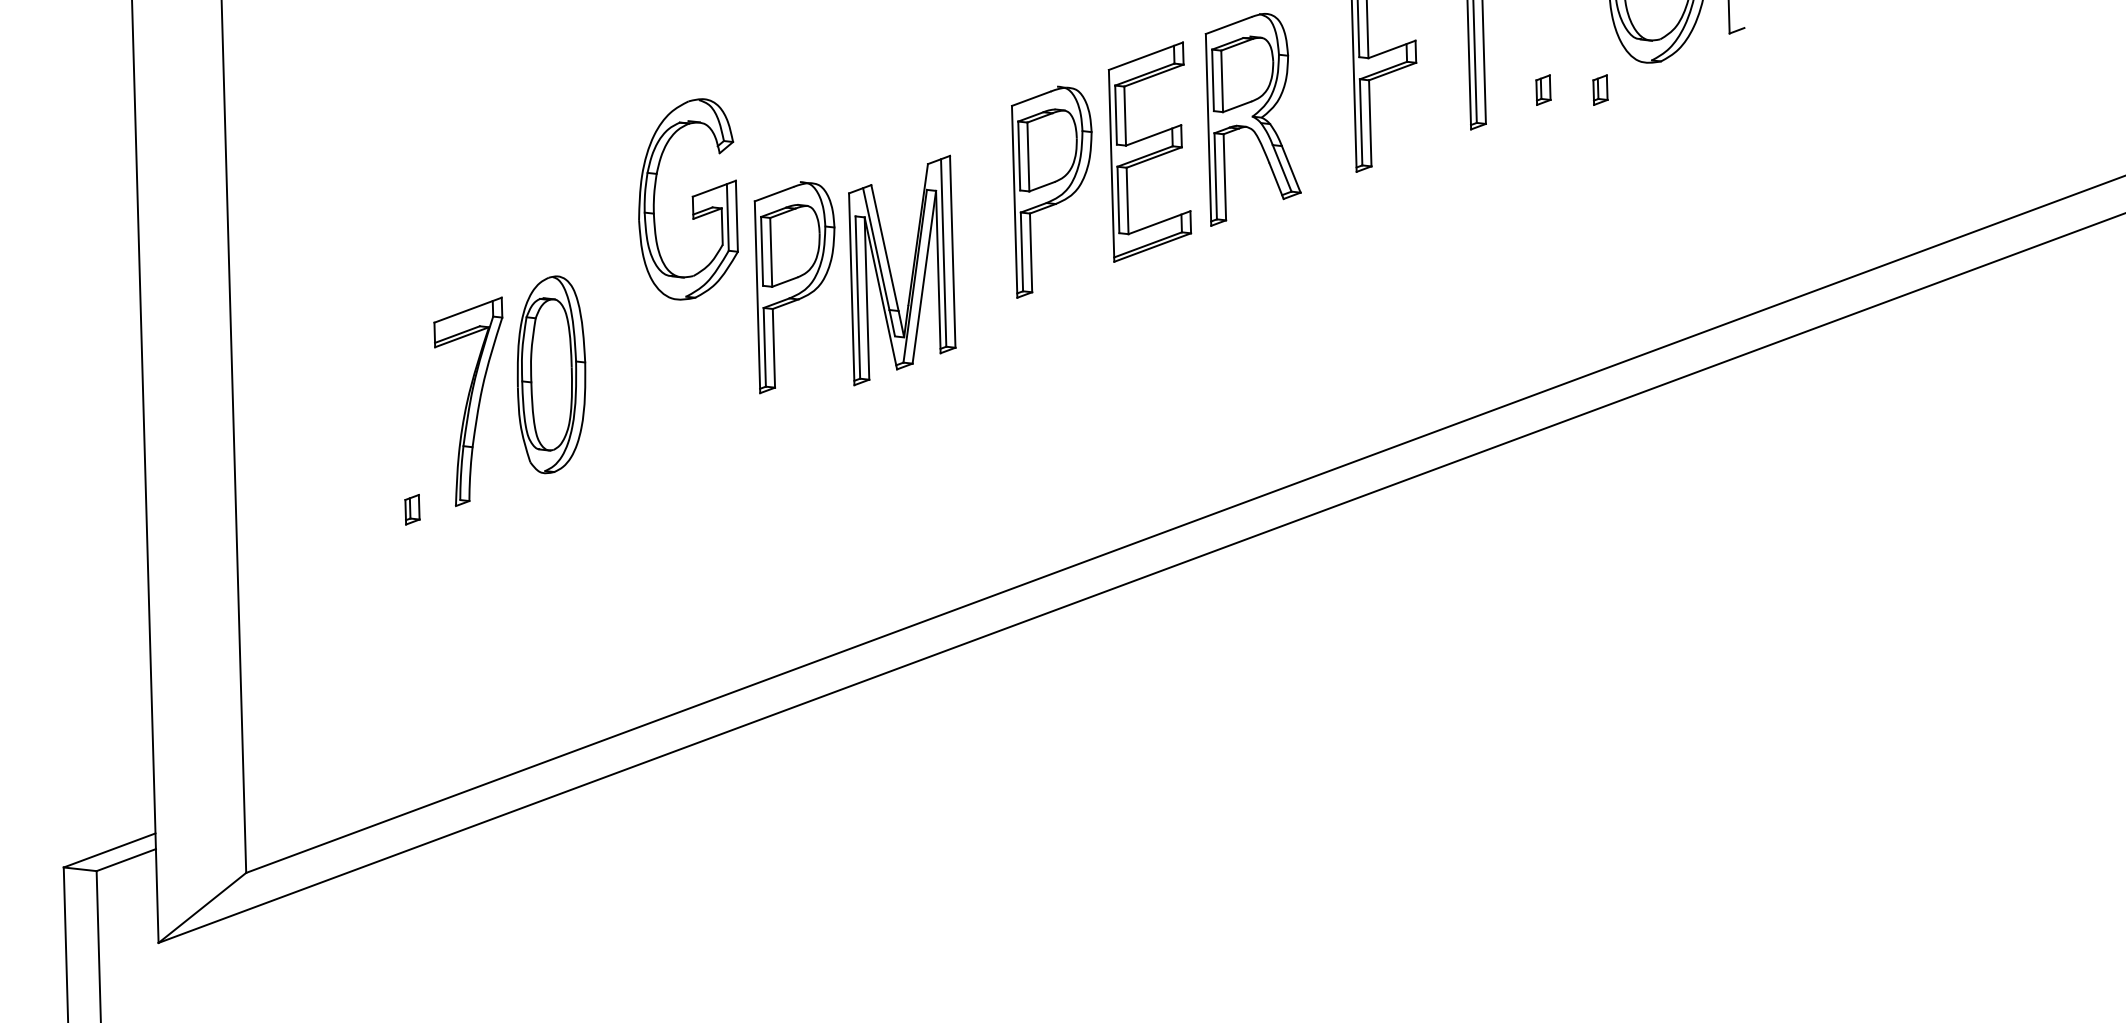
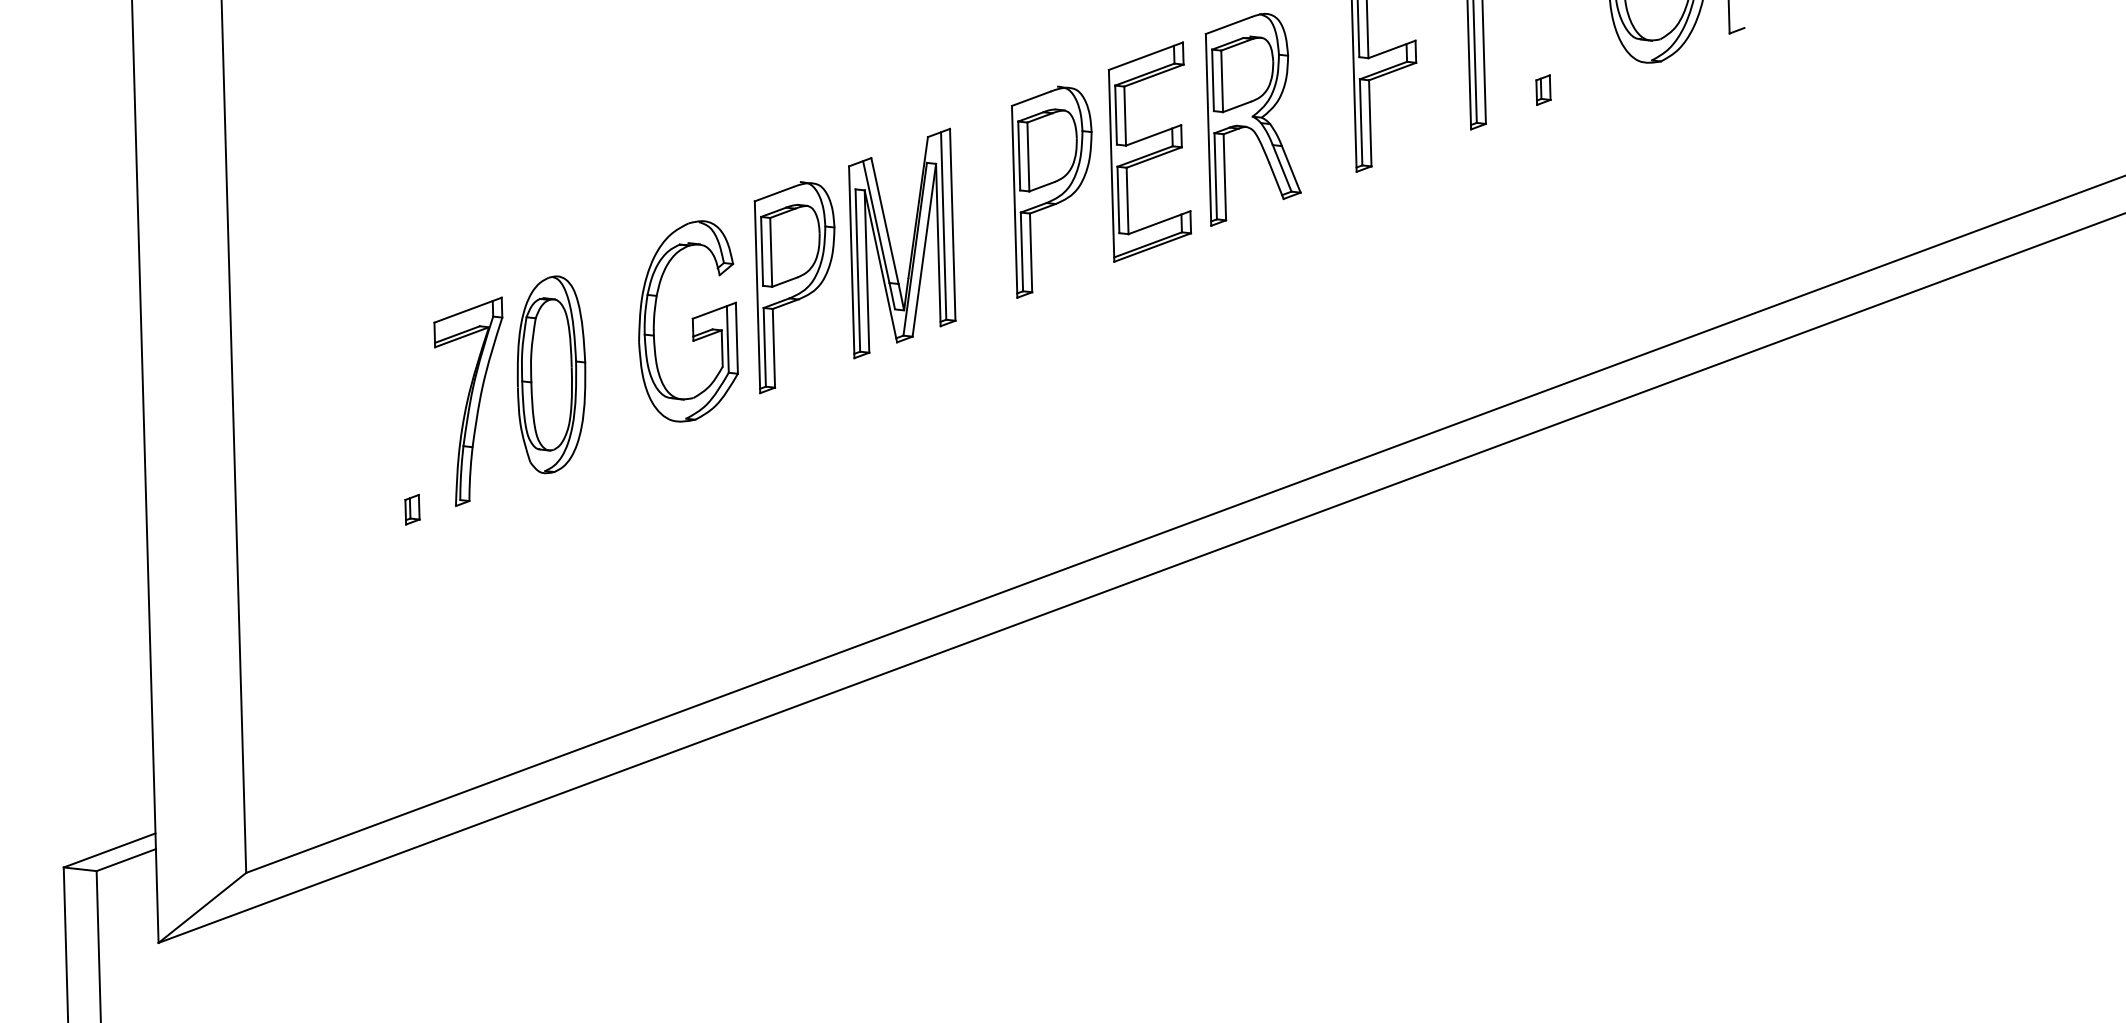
part at (1600, 89): present -> none
part at (688, 199) position: (688, 199) -> (688, 321)
part at (911, 273) position: (911, 273) -> (911, 246)
